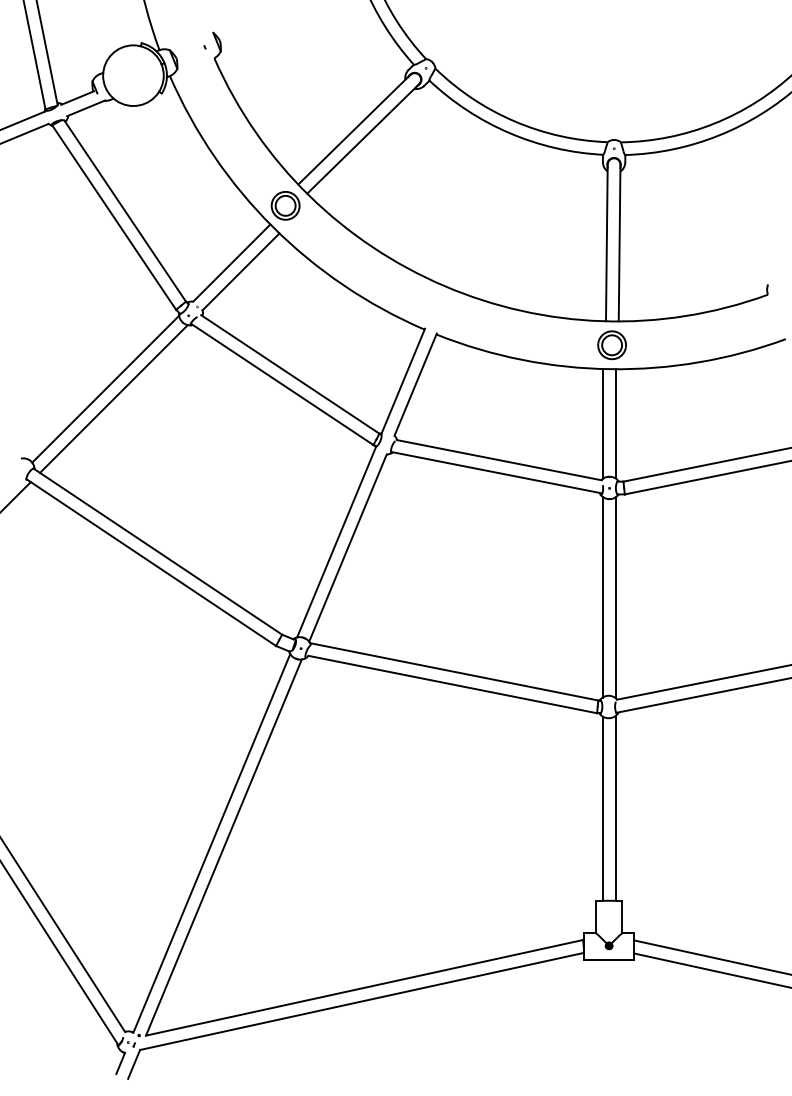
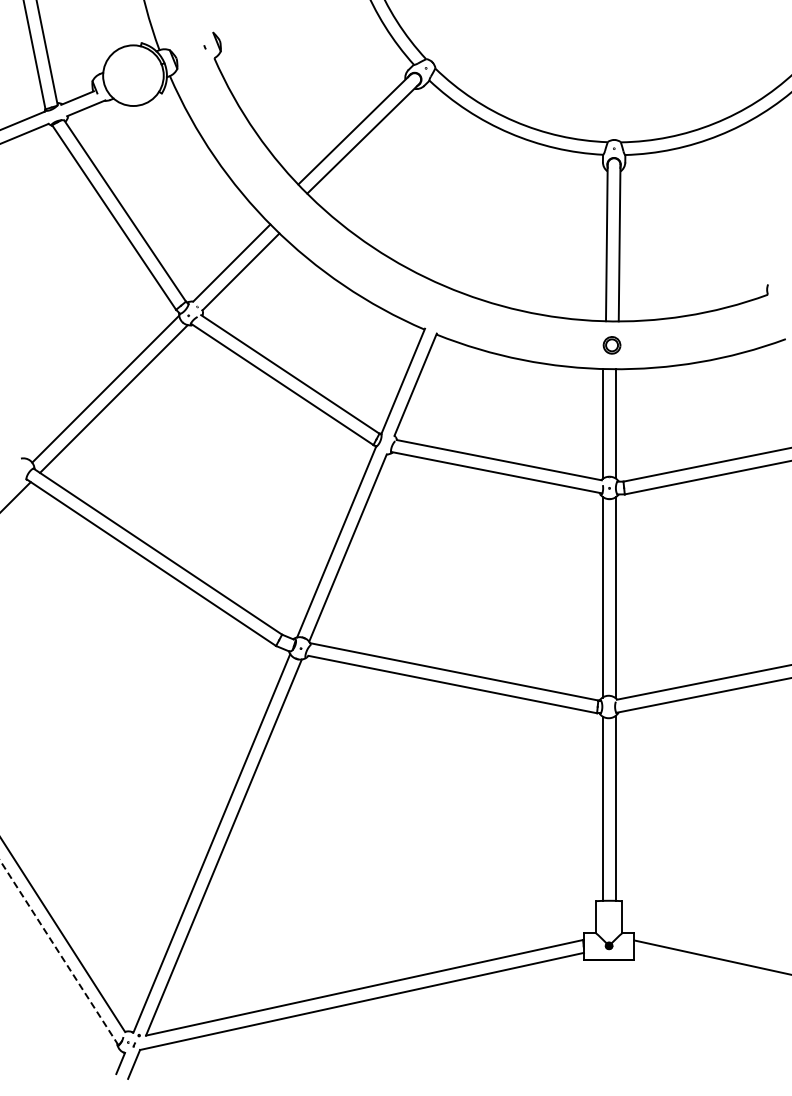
part at (285, 205): present -> none
part at (611, 345) size: 30x31 px -> 20x19 px
line at (59, 952): solid -> dashed
line at (711, 970): present -> none
